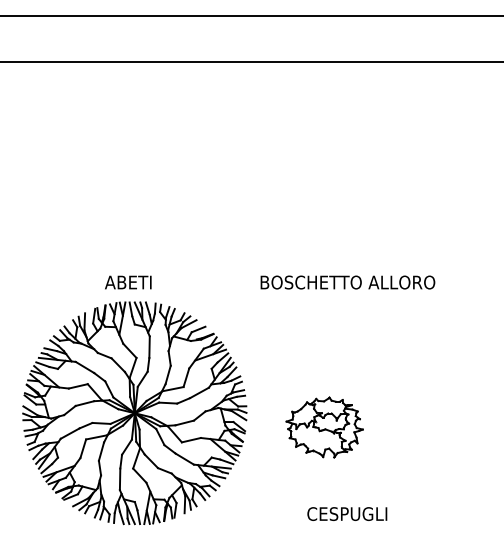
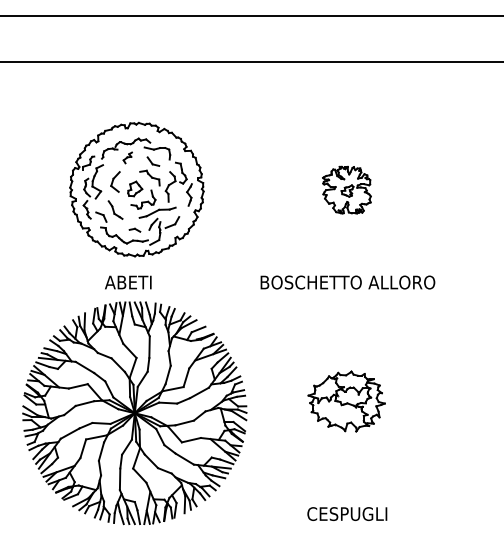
part at (136, 189): none -> present
part at (346, 189): none -> present
part at (324, 427) position: (324, 427) -> (346, 401)
